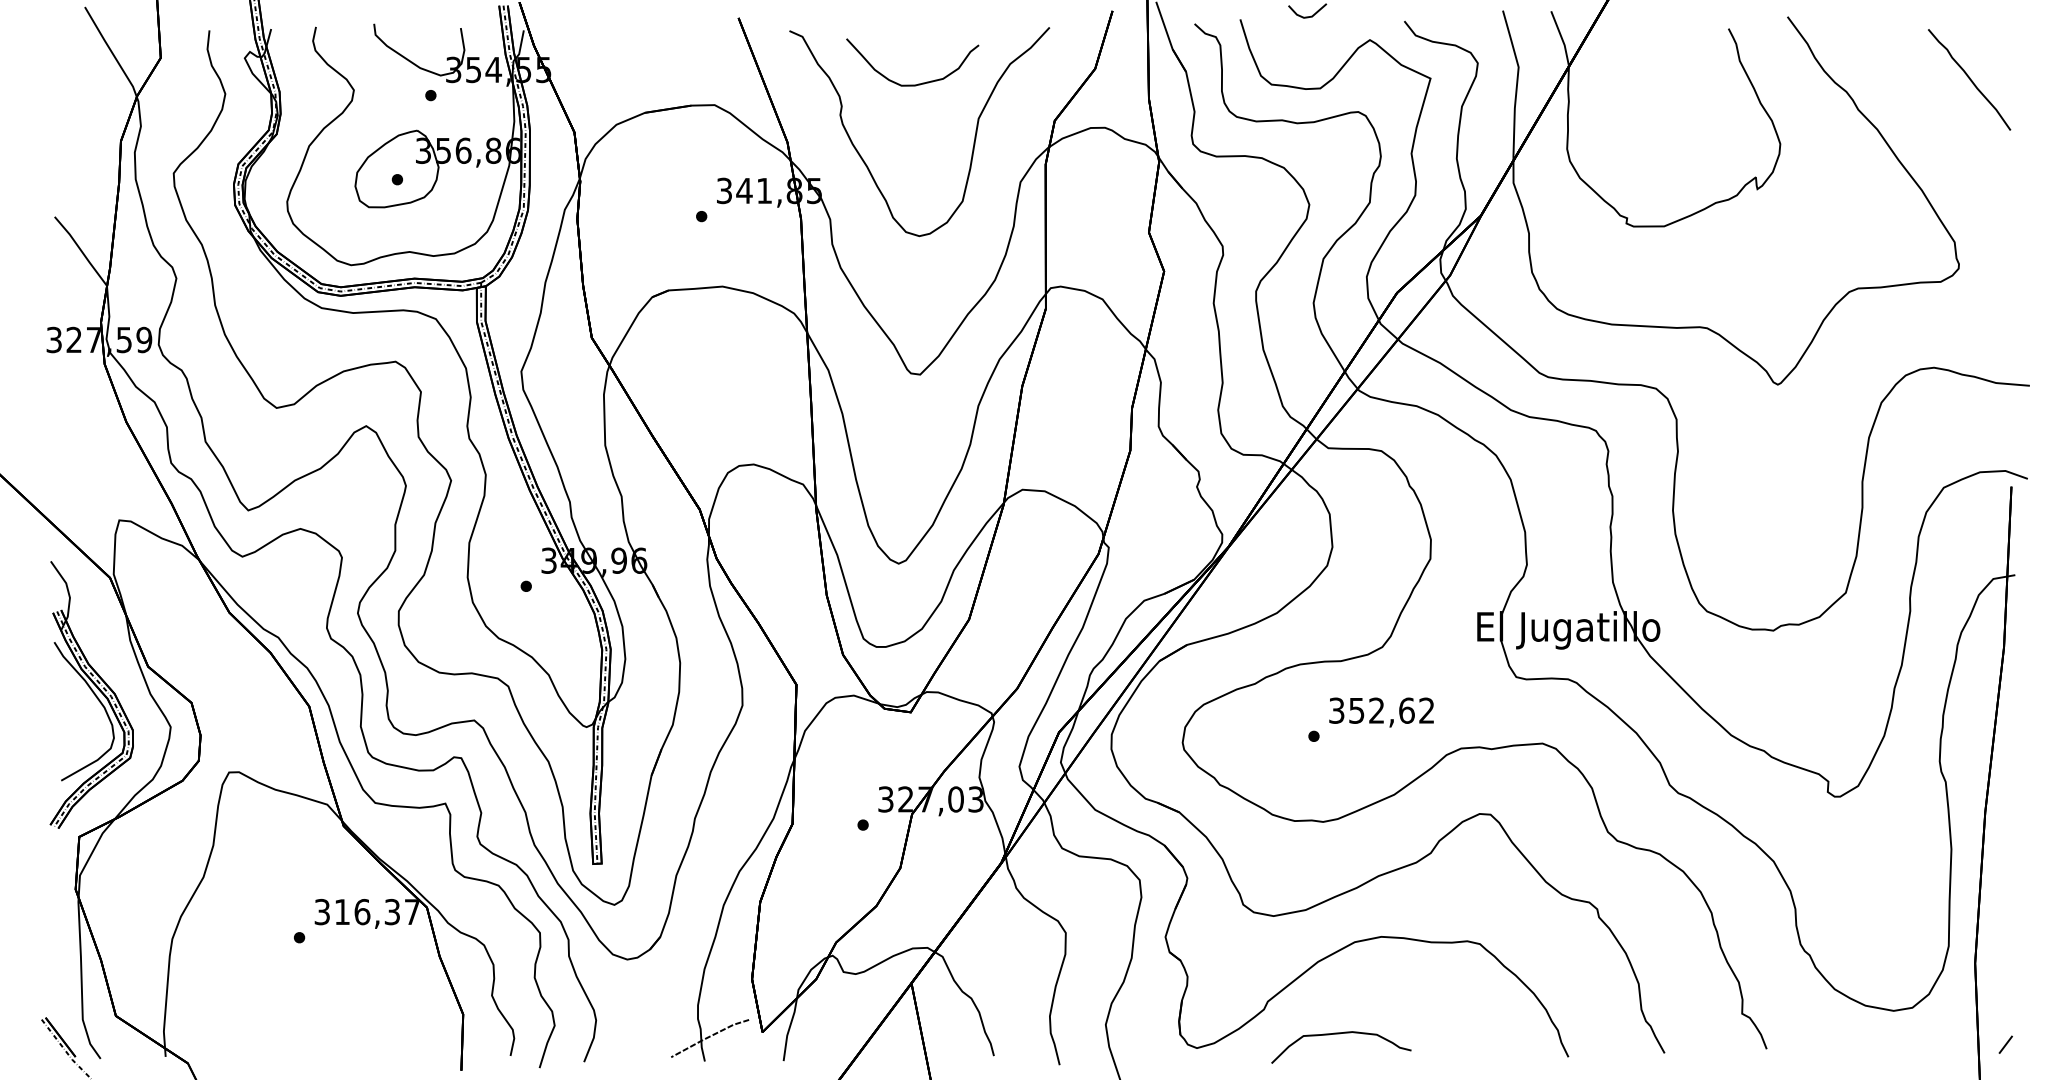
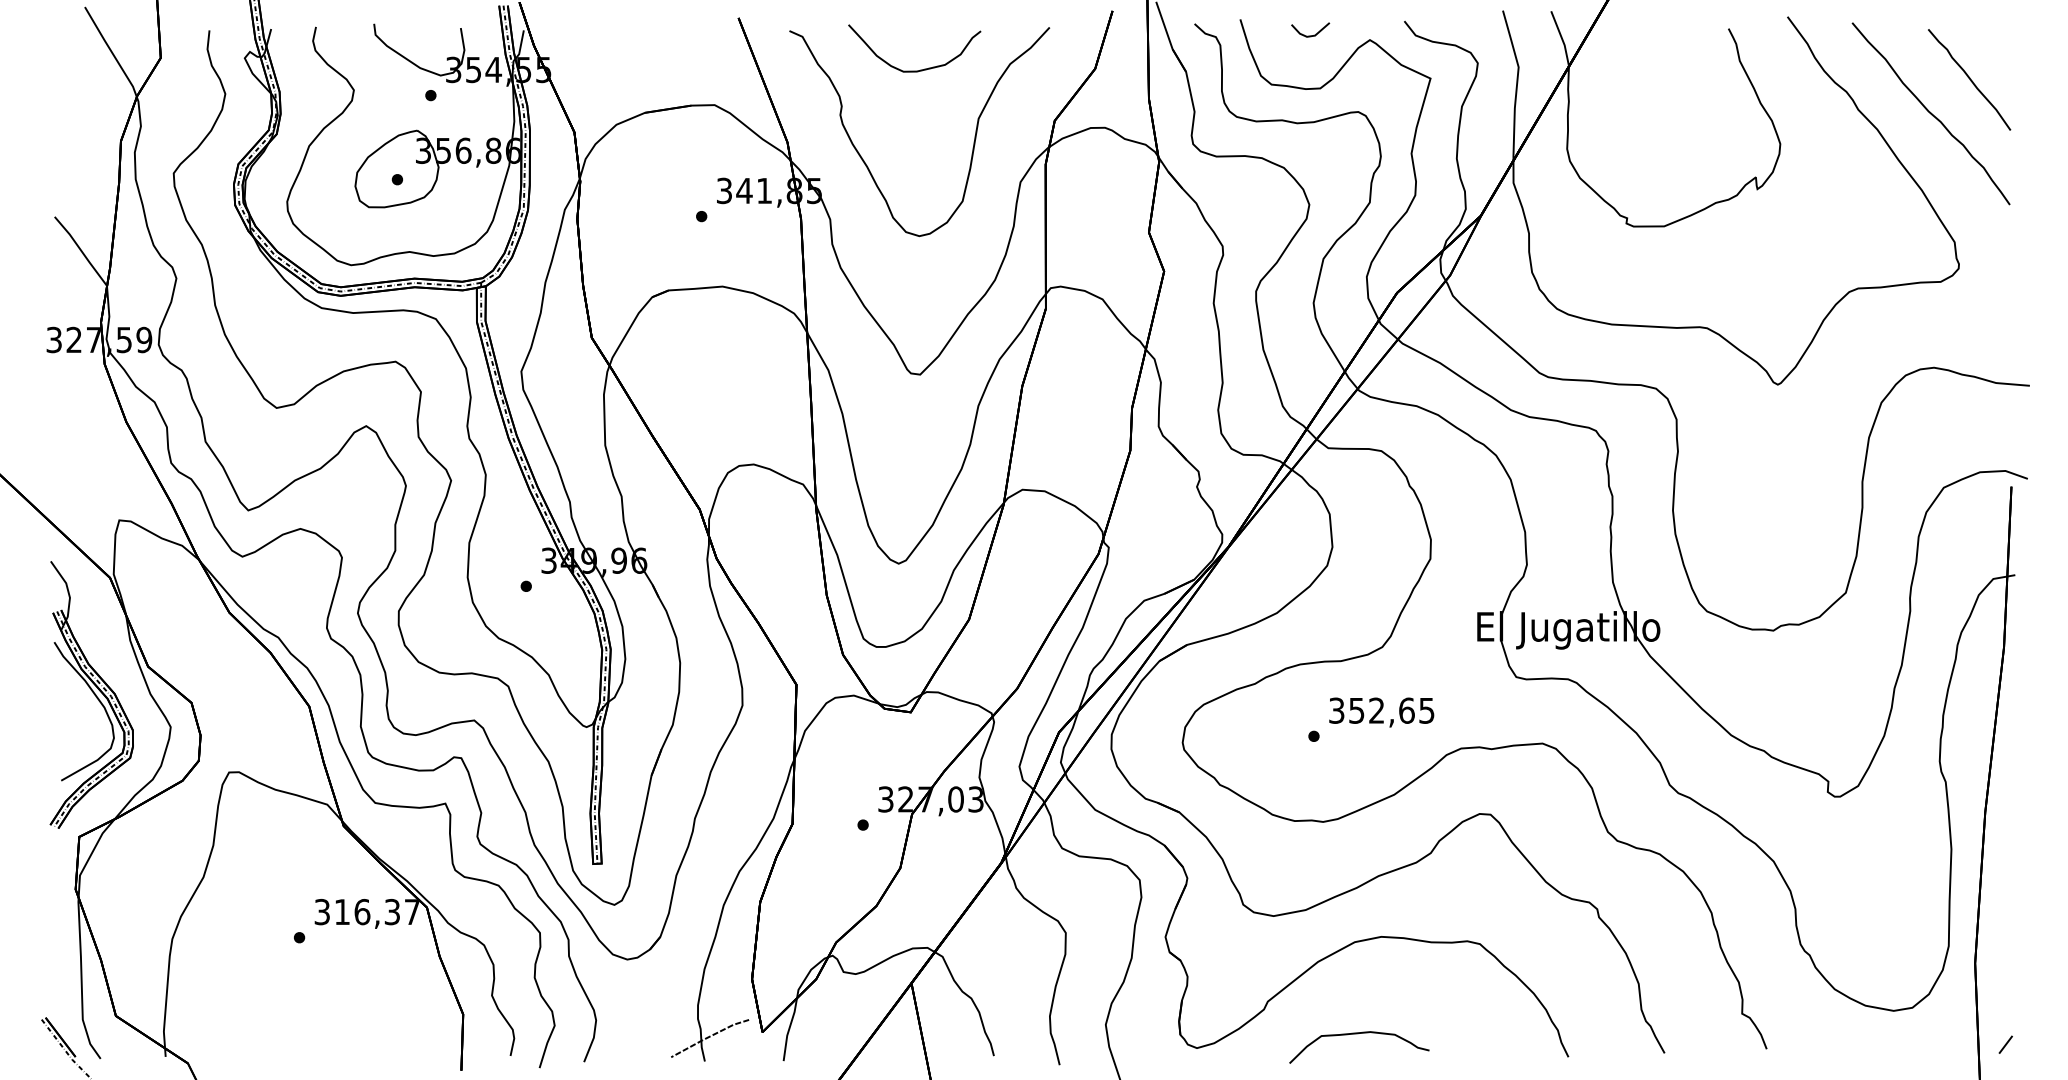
line at (1307, 16) position: (1307, 16) -> (1310, 35)
curve at (918, 83) position: (918, 83) -> (920, 69)
curve at (1930, 113): none -> present
text at (1426, 710): 352,62 -> 352,65
curve at (1340, 1034) position: (1340, 1034) -> (1358, 1034)
